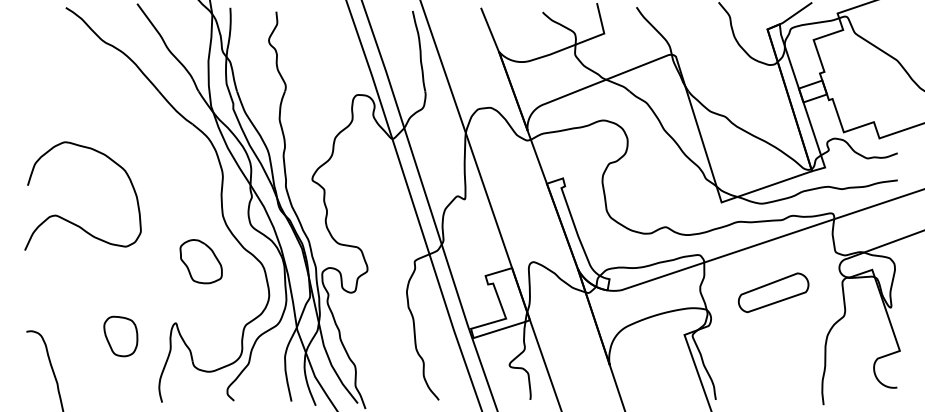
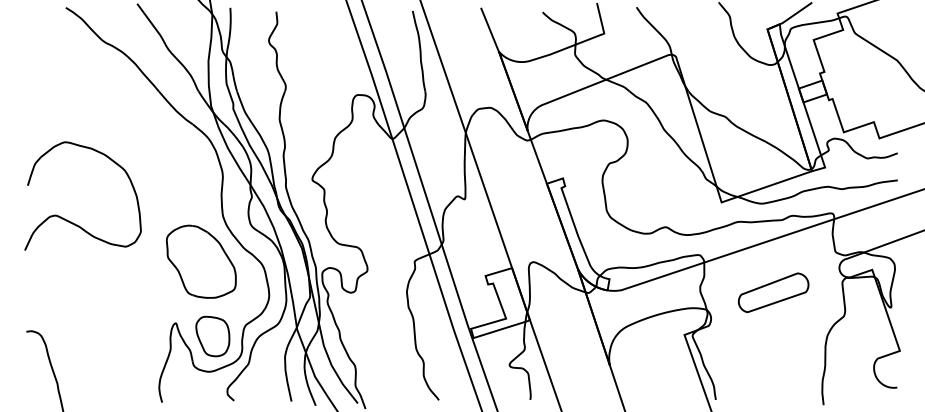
part at (200, 261) size: 44x46 px -> 72x75 px
part at (120, 336) position: (120, 336) -> (212, 336)
